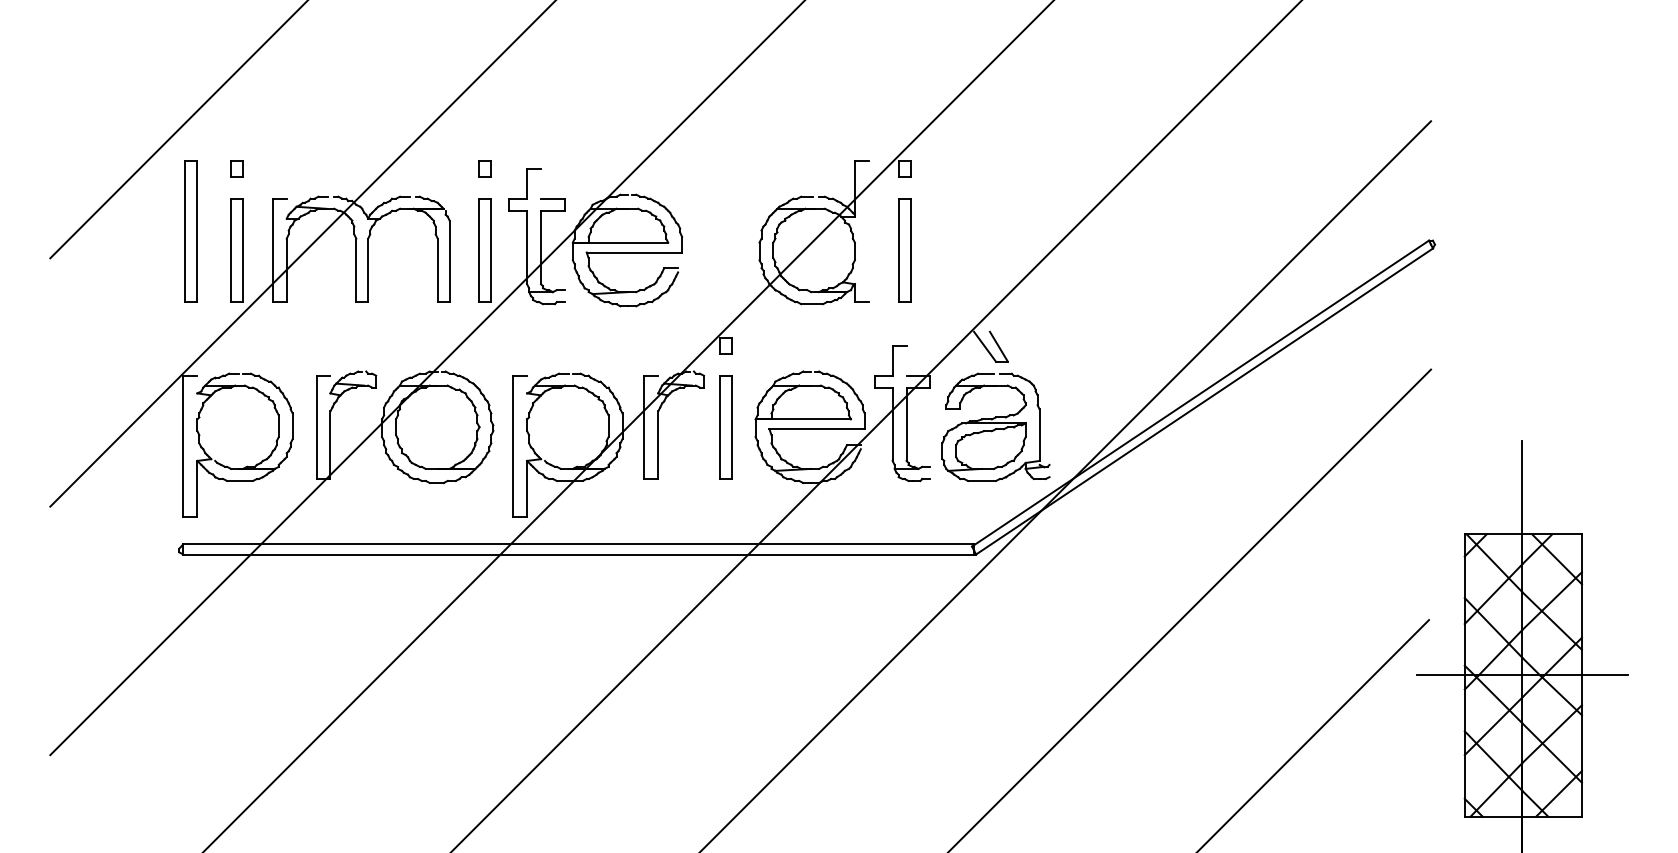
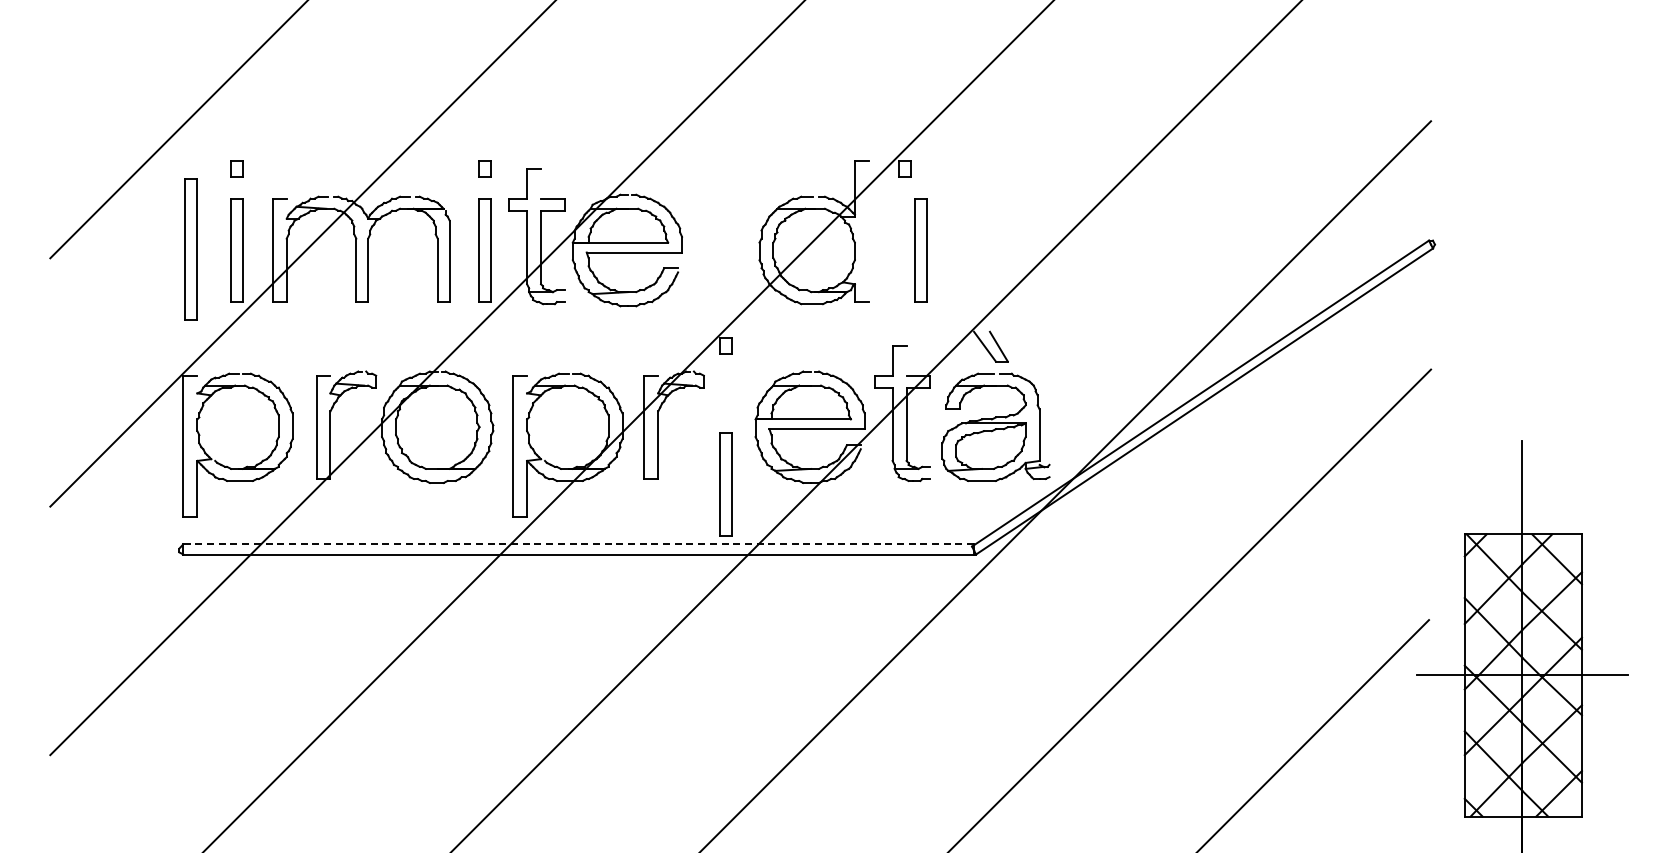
part at (190, 231) position: (190, 231) -> (190, 249)
part at (904, 250) position: (904, 250) -> (920, 250)
part at (725, 427) position: (725, 427) -> (725, 484)
line at (578, 544): solid -> dashed
